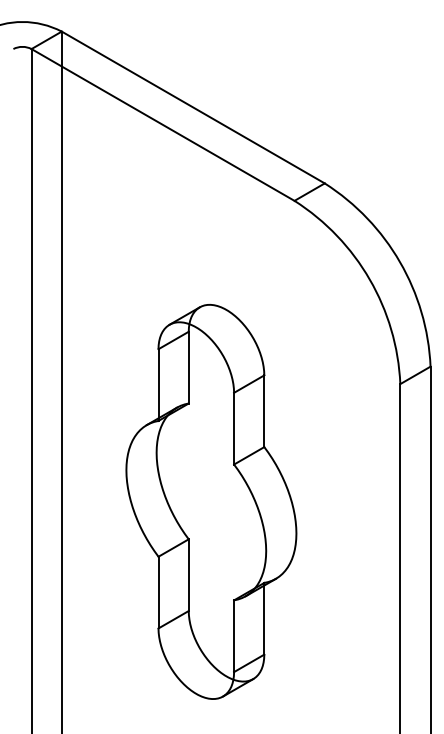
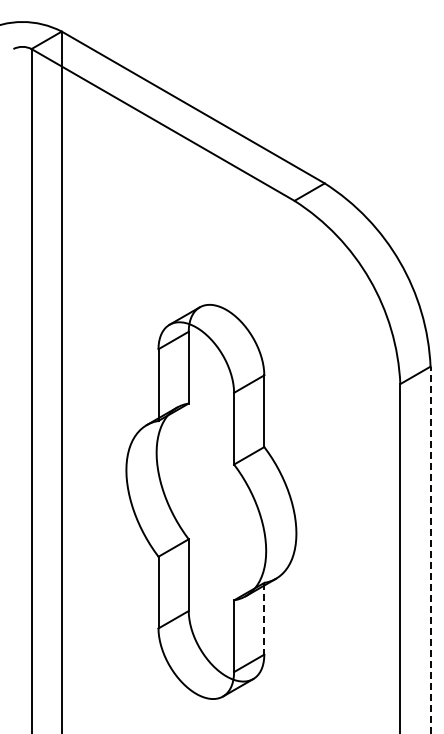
line at (430, 549): solid -> dashed
line at (264, 618): solid -> dashed
